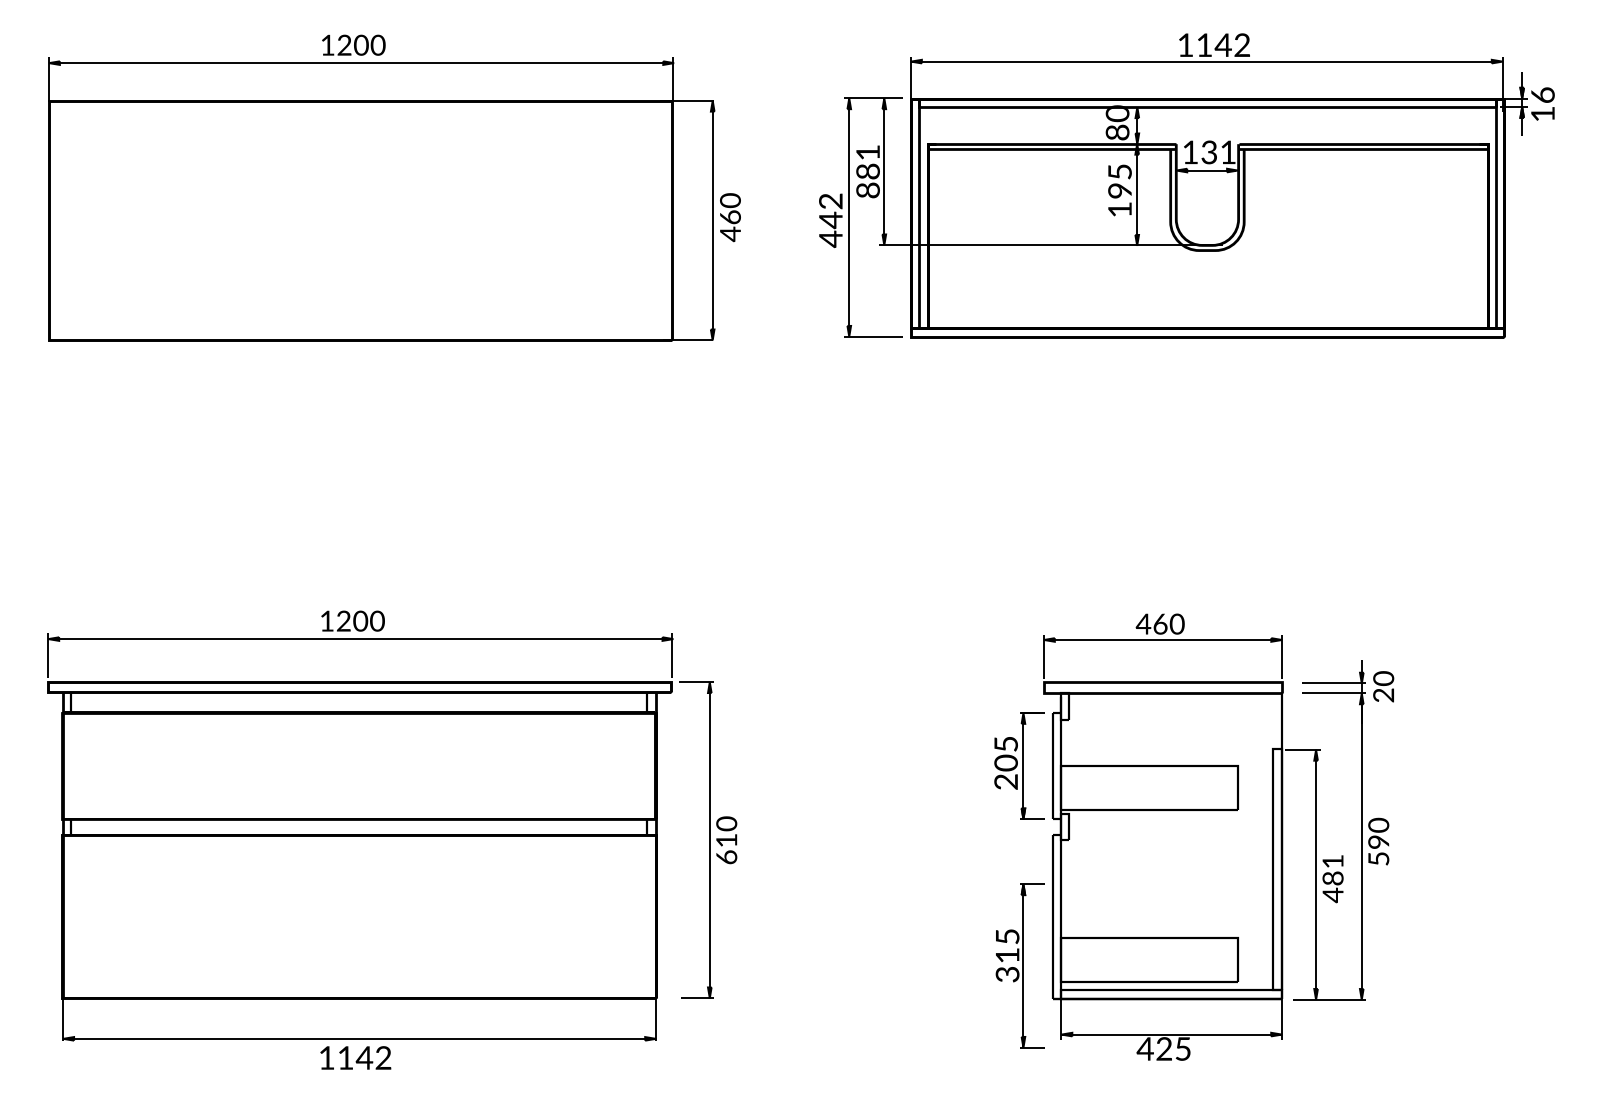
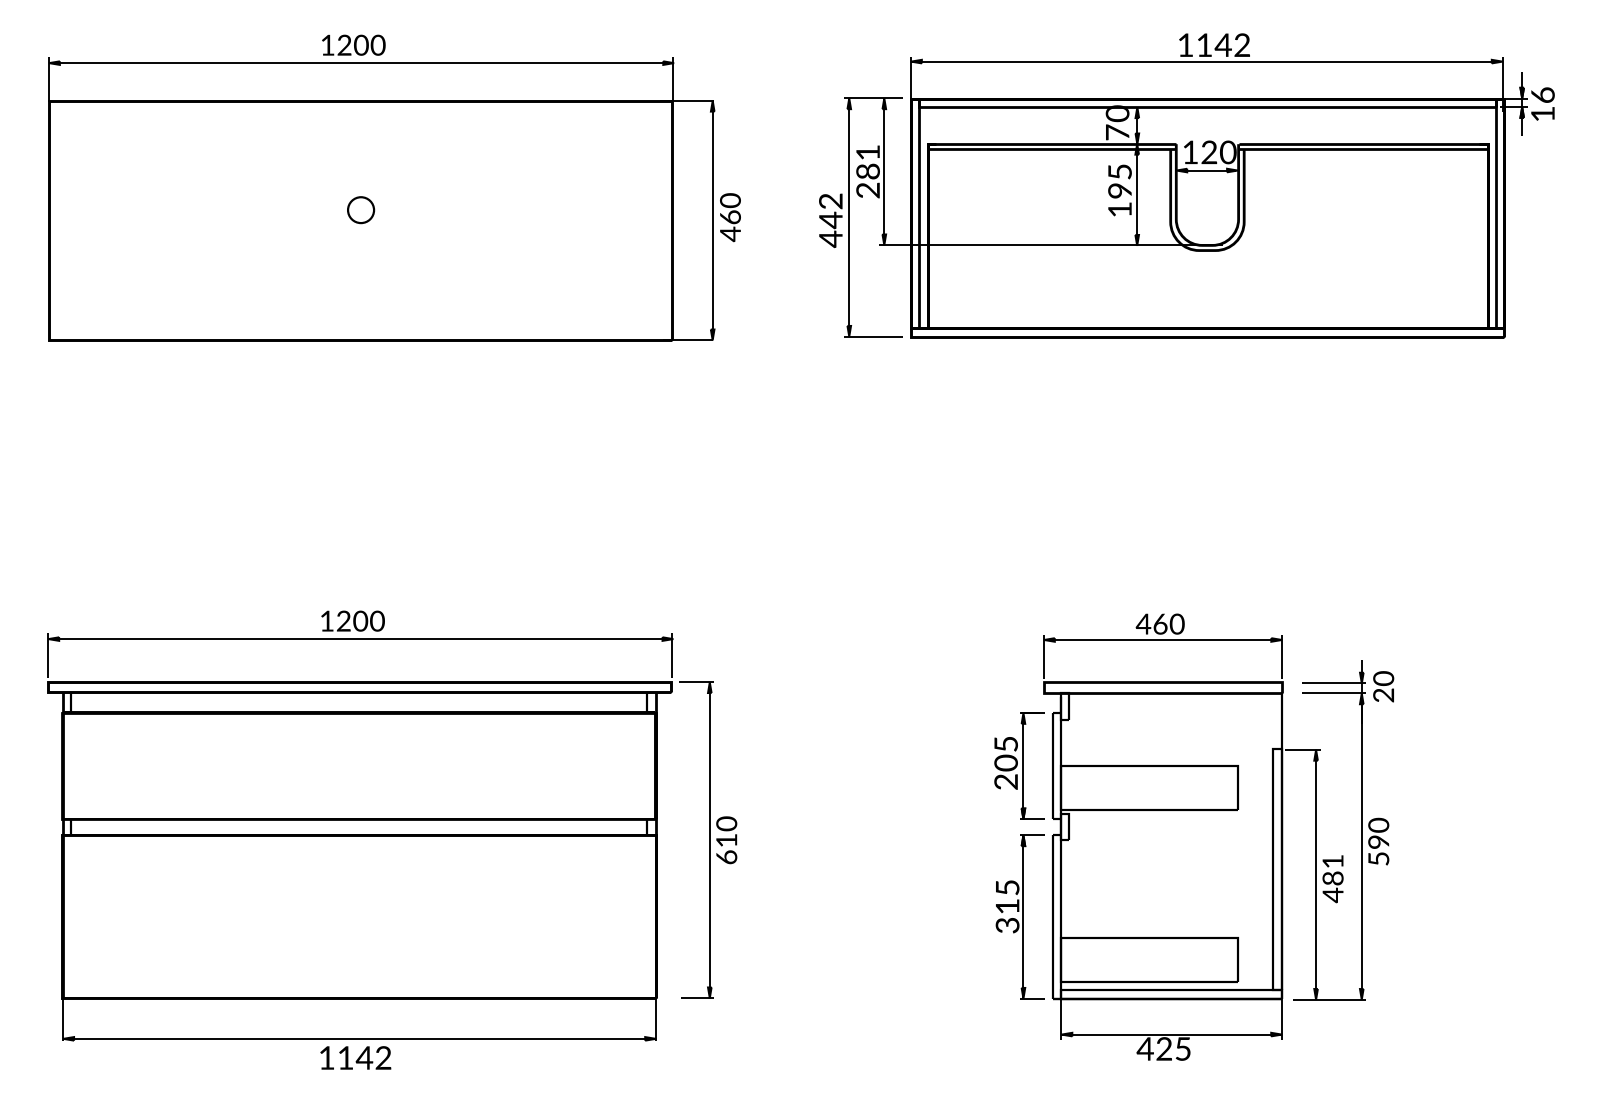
text at (1117, 132): 80 -> 70
text at (1218, 152): 131 -> 120
text at (868, 190): 881 -> 281
part at (361, 210): none -> present
part at (1019, 965) position: (1019, 965) -> (1019, 916)
